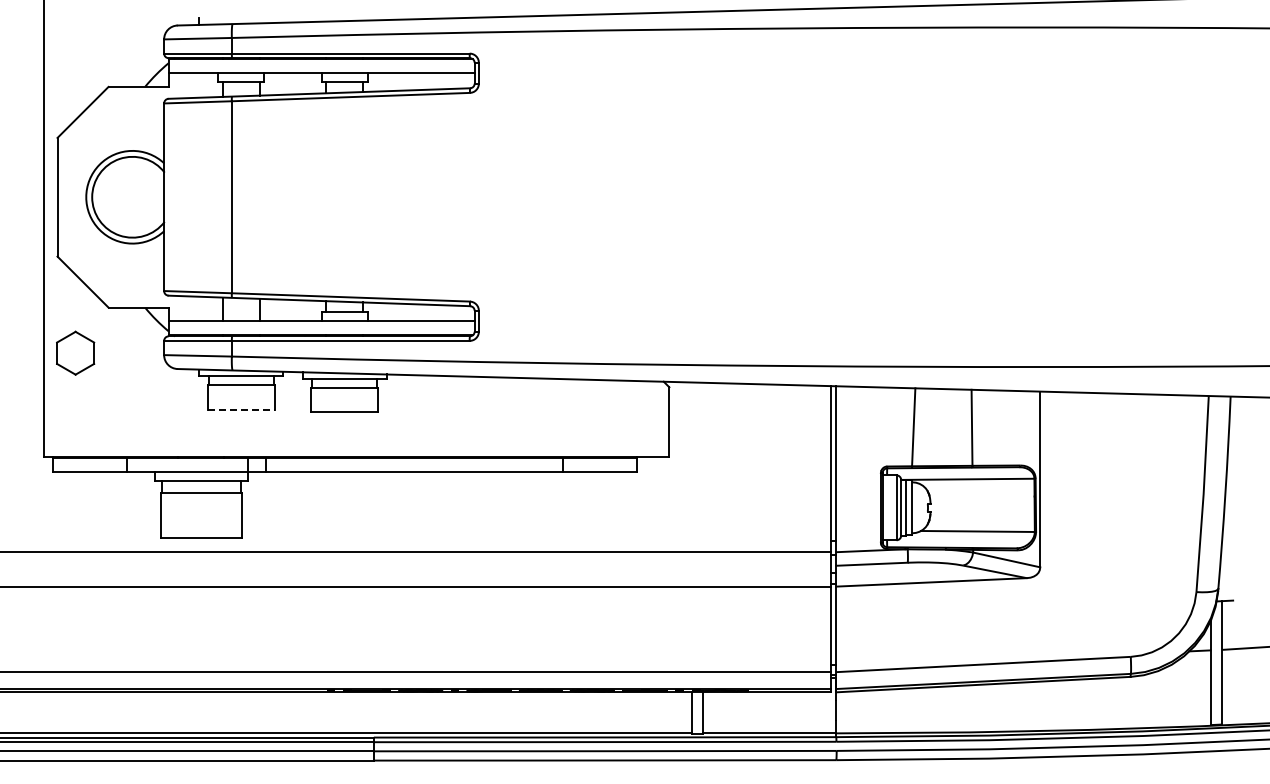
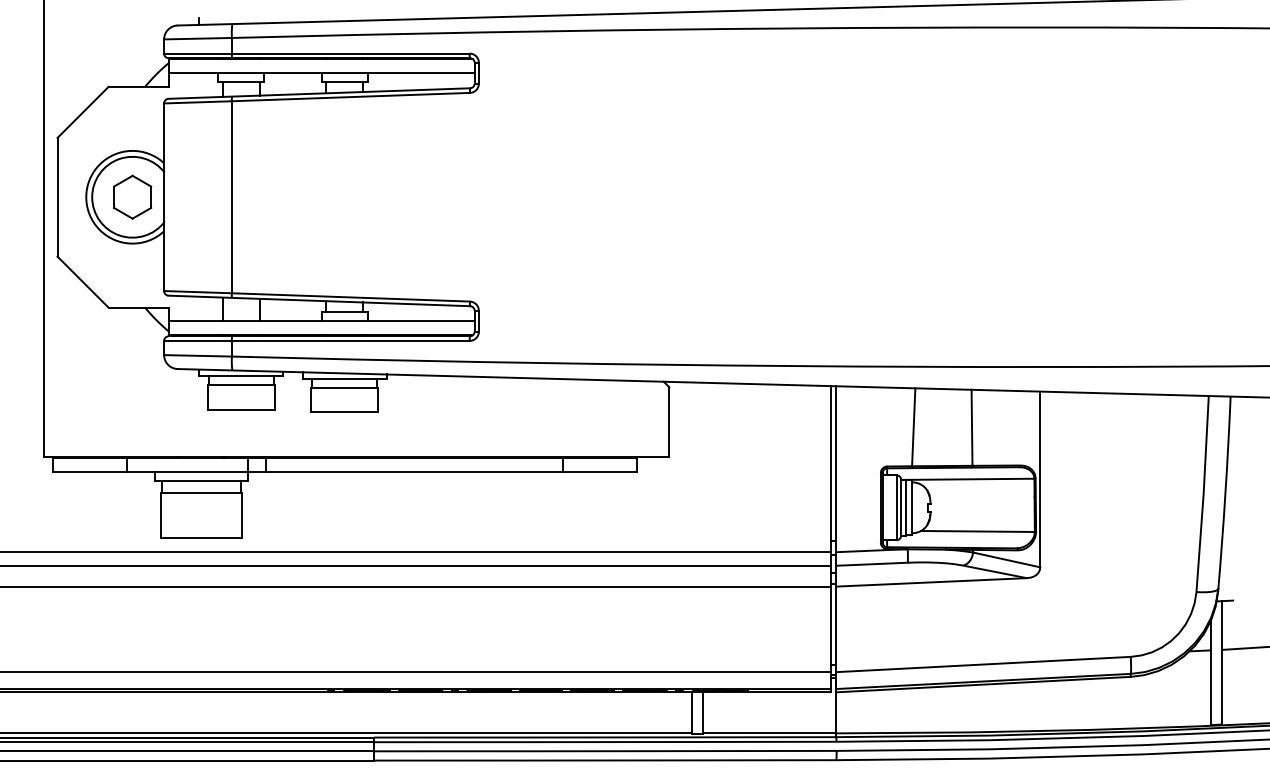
part at (75, 352) position: (75, 352) -> (132, 196)
line at (241, 409): dashed -> solid
line at (416, 565): none -> present
